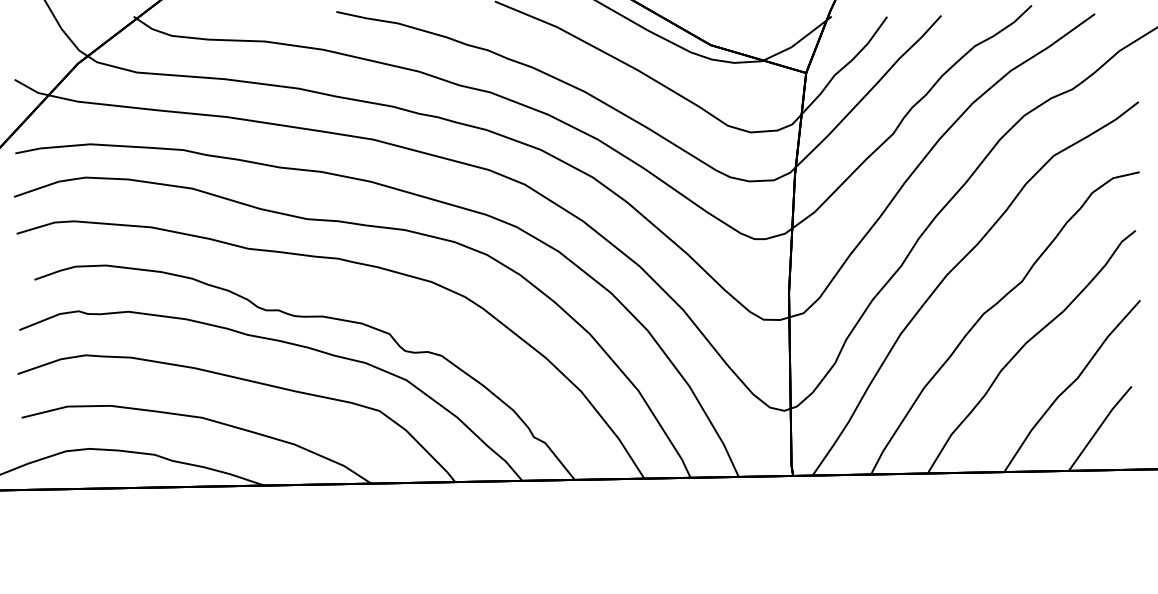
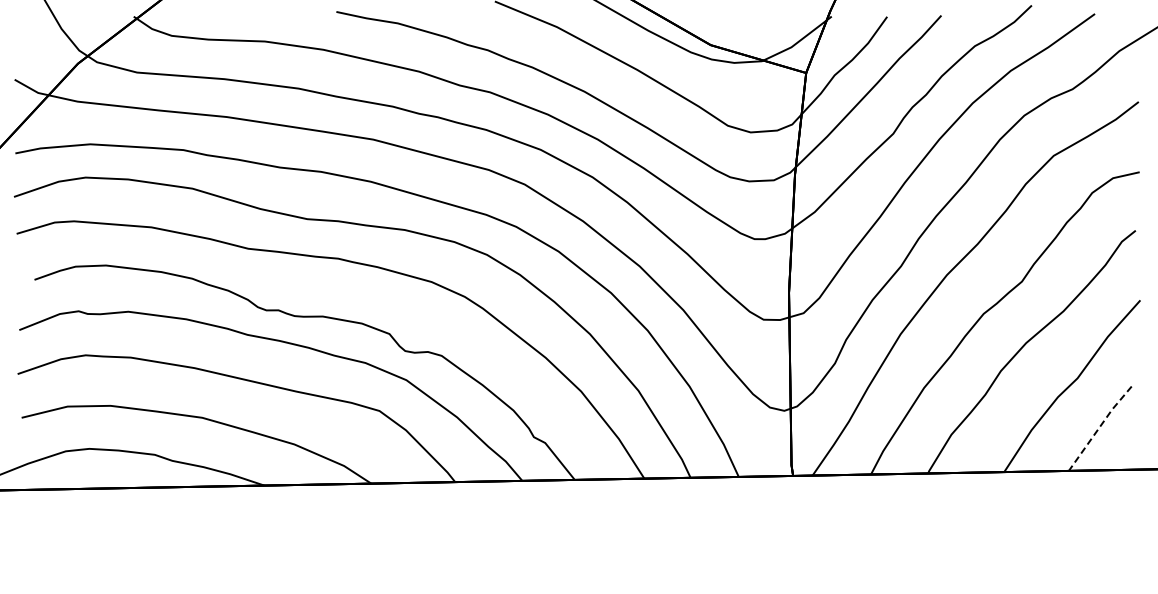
line at (1099, 427): solid -> dashed
